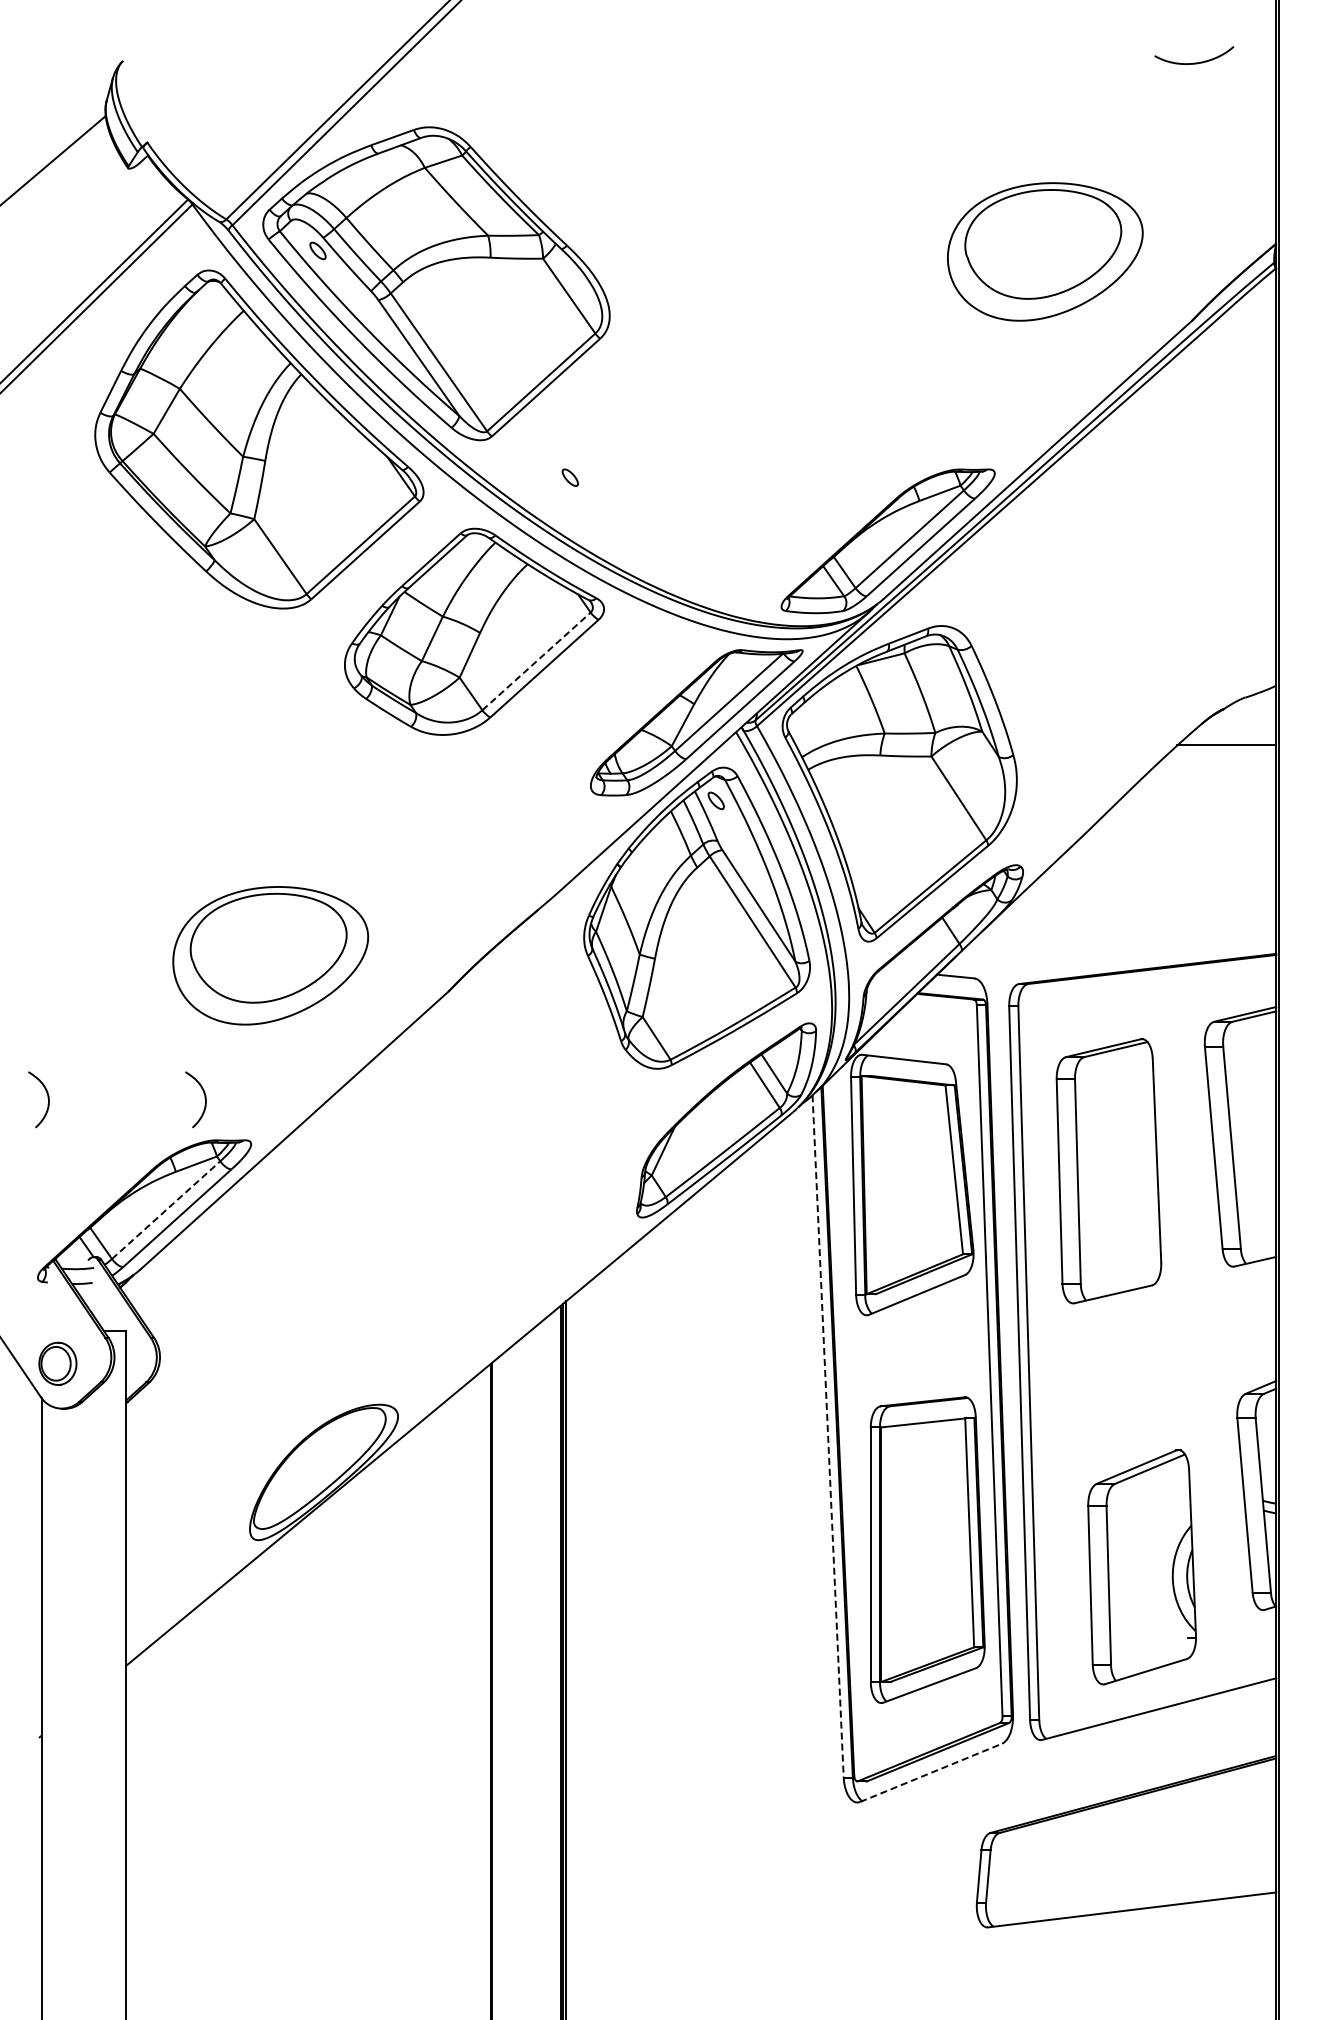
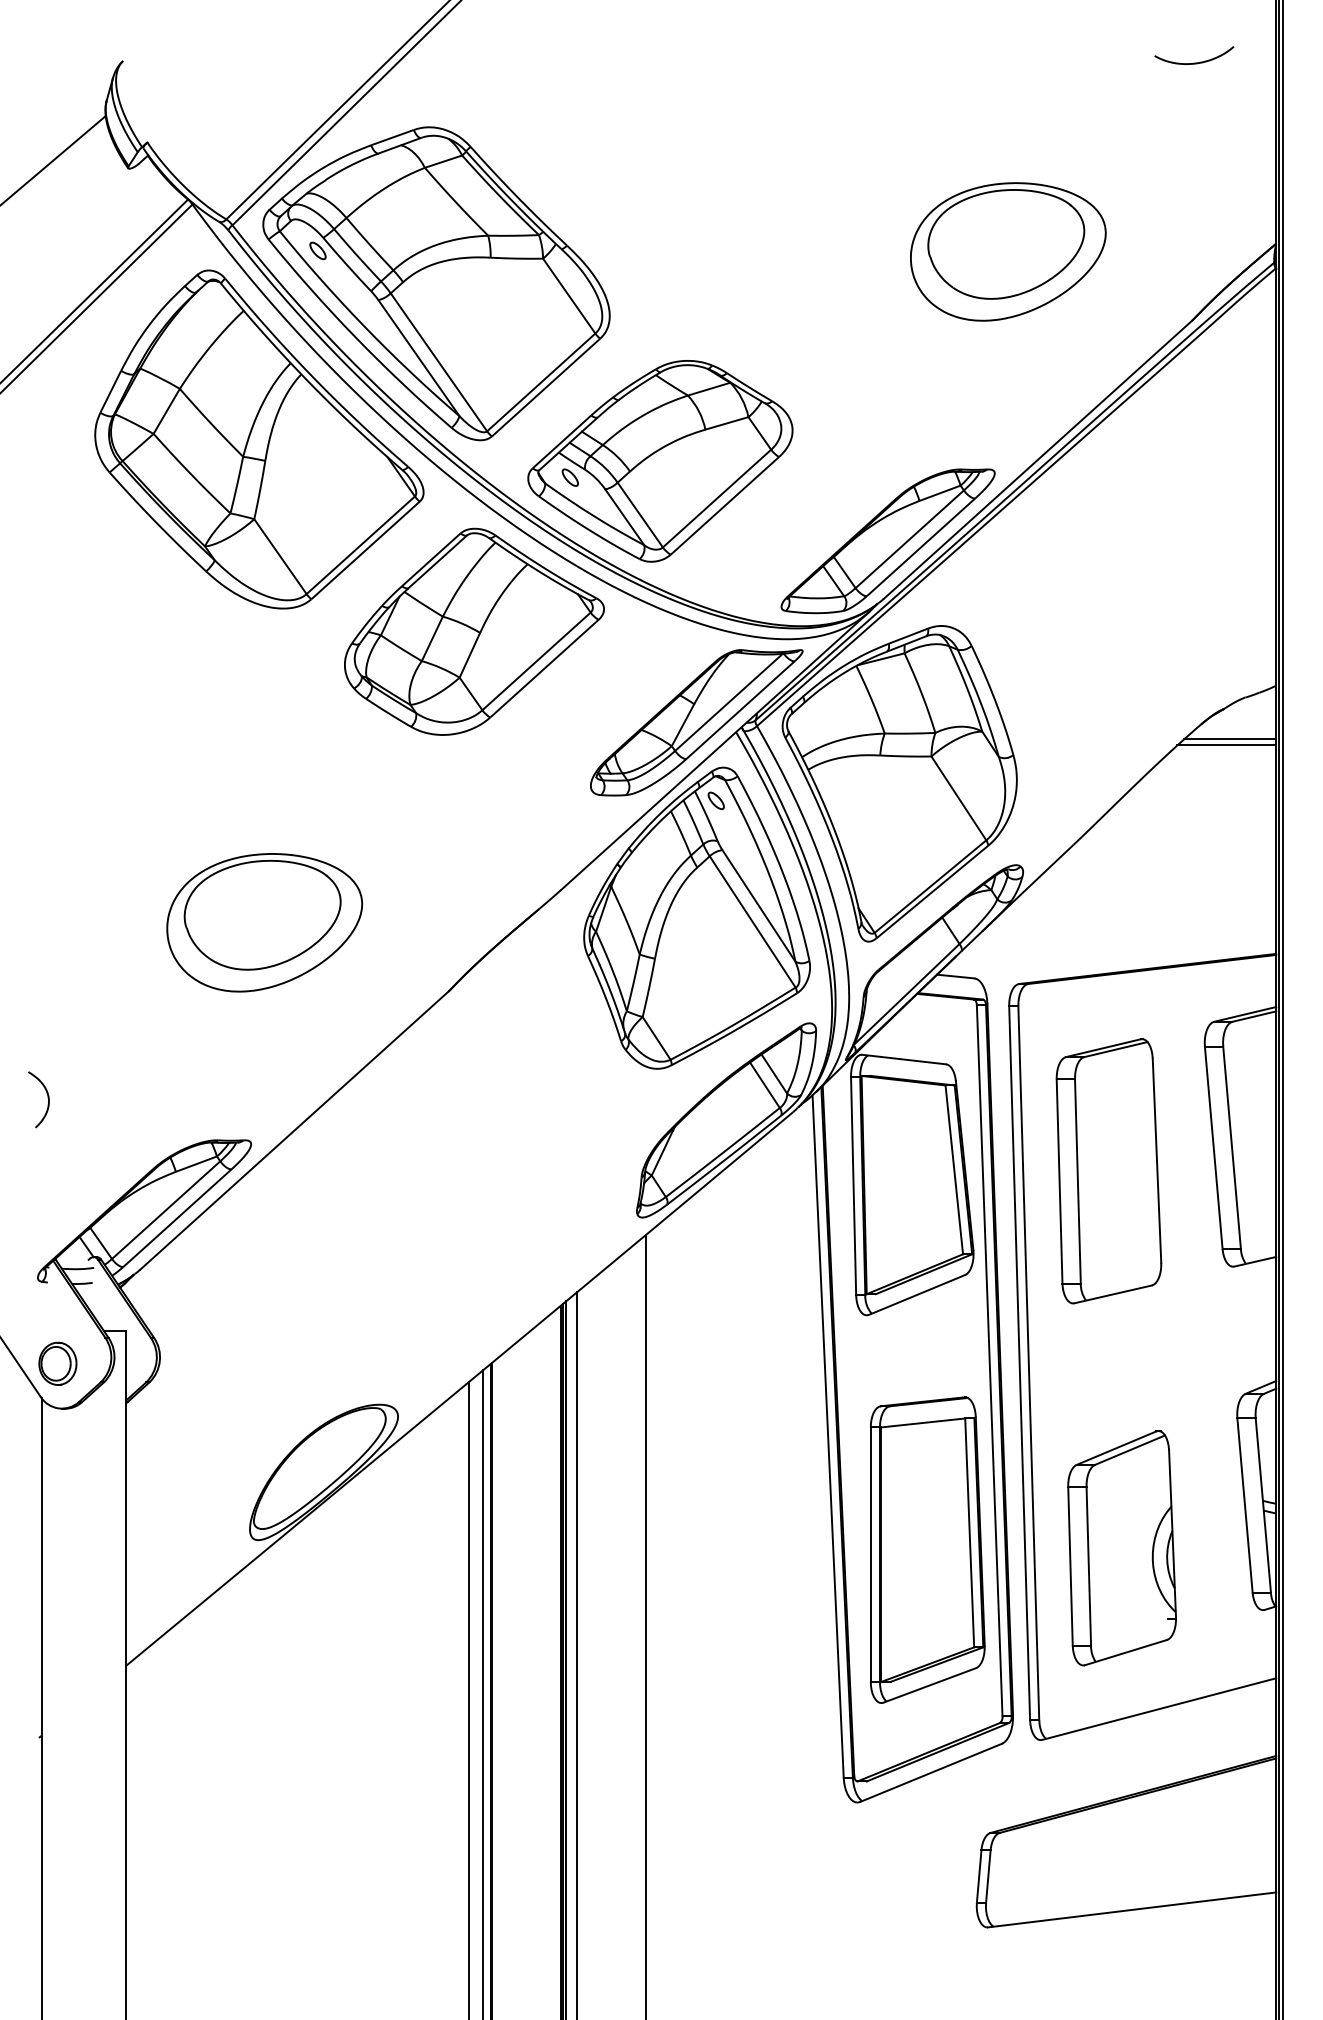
part at (1045, 251) position: (1045, 251) -> (1008, 251)
part at (660, 461): none -> present
line at (536, 661): dashed -> solid
line at (1230, 739): none -> present
part at (270, 955) position: (270, 955) -> (264, 922)
line at (1283, 1009): none -> present
curve at (204, 1098): present -> none
line at (166, 1210): dashed -> solid
line at (828, 1436): dashed -> solid
part at (1141, 1567) position: (1141, 1567) -> (1121, 1548)
line at (646, 1625): none -> present
line at (576, 1654): none -> present
line at (483, 1693): none -> present
line at (469, 1698): none -> present
line at (931, 1772): dashed -> solid
